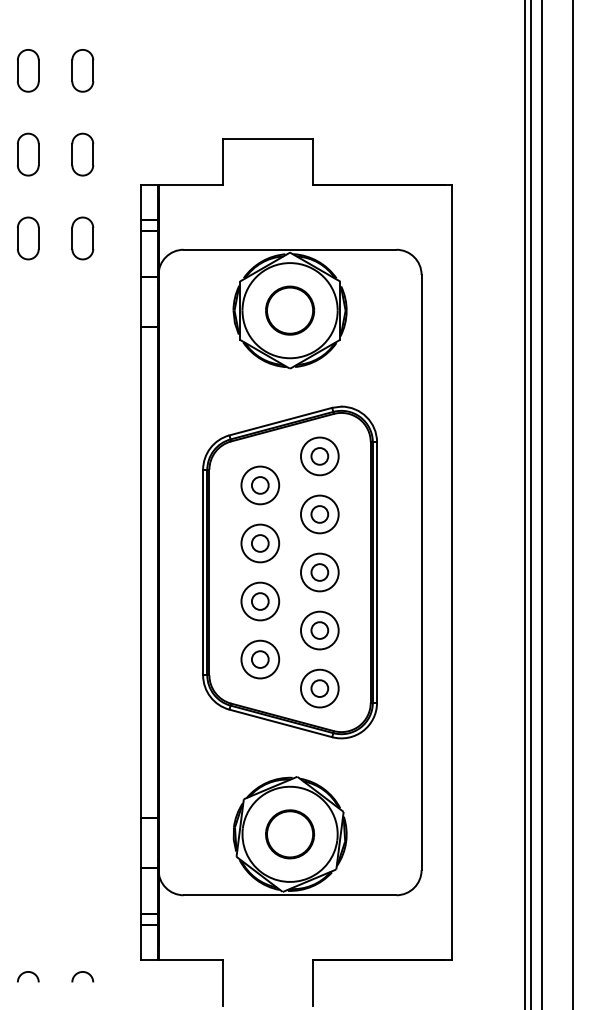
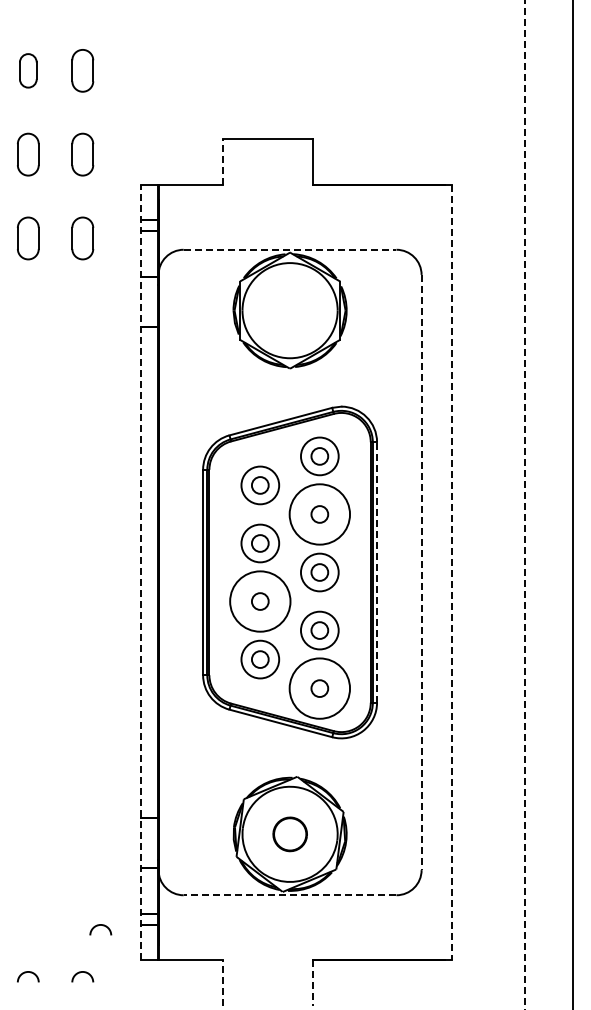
part at (28, 70) size: 23x44 px -> 19x36 px
line at (223, 161): solid -> dashed
line at (290, 249): solid -> dashed
part at (290, 310): present -> none
line at (524, 504): solid -> dashed
line at (531, 504): present -> none
line at (541, 504): present -> none
circle at (319, 514) diameter: 38 px -> 60 px
line at (141, 572): solid -> dashed
line at (377, 572): solid -> dashed
line at (421, 572): solid -> dashed
line at (451, 572): solid -> dashed
circle at (260, 601) diameter: 38 px -> 60 px
circle at (319, 688) diameter: 38 px -> 60 px
part at (290, 834) size: 51x51 px -> 36x37 px
line at (289, 895): solid -> dashed
arc at (98, 926): none -> present
line at (223, 982): solid -> dashed
line at (313, 983): solid -> dashed
